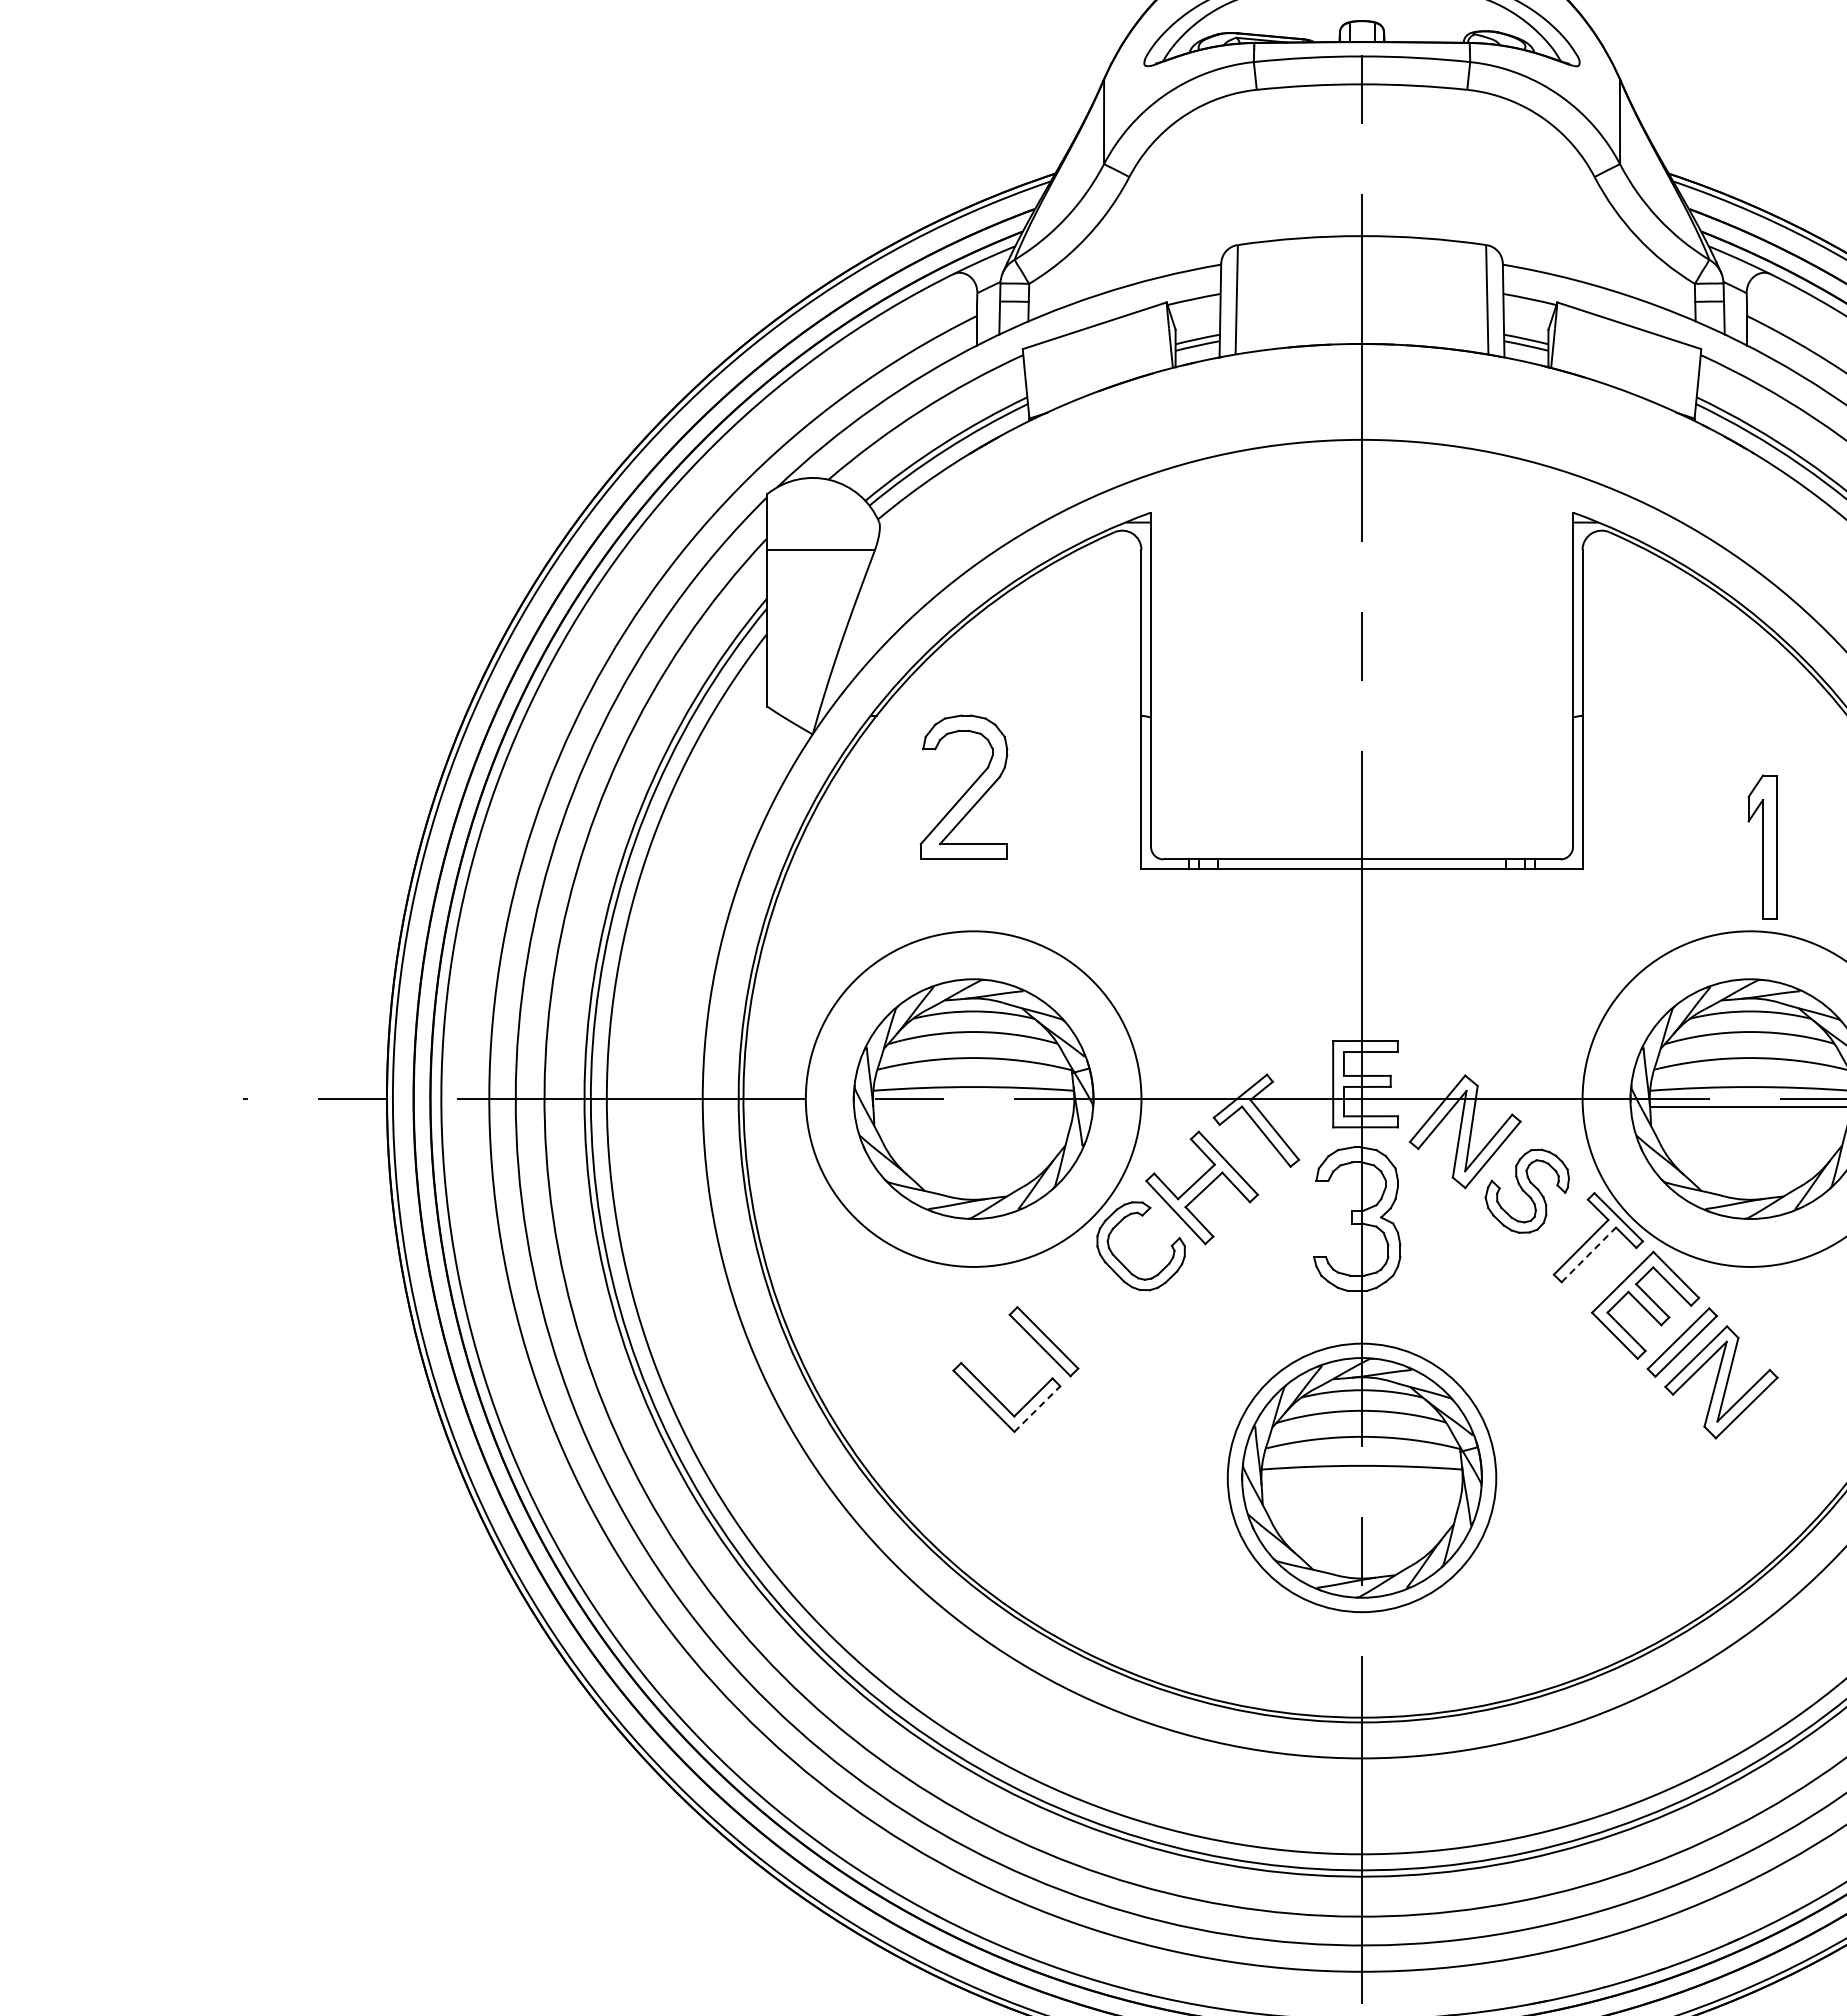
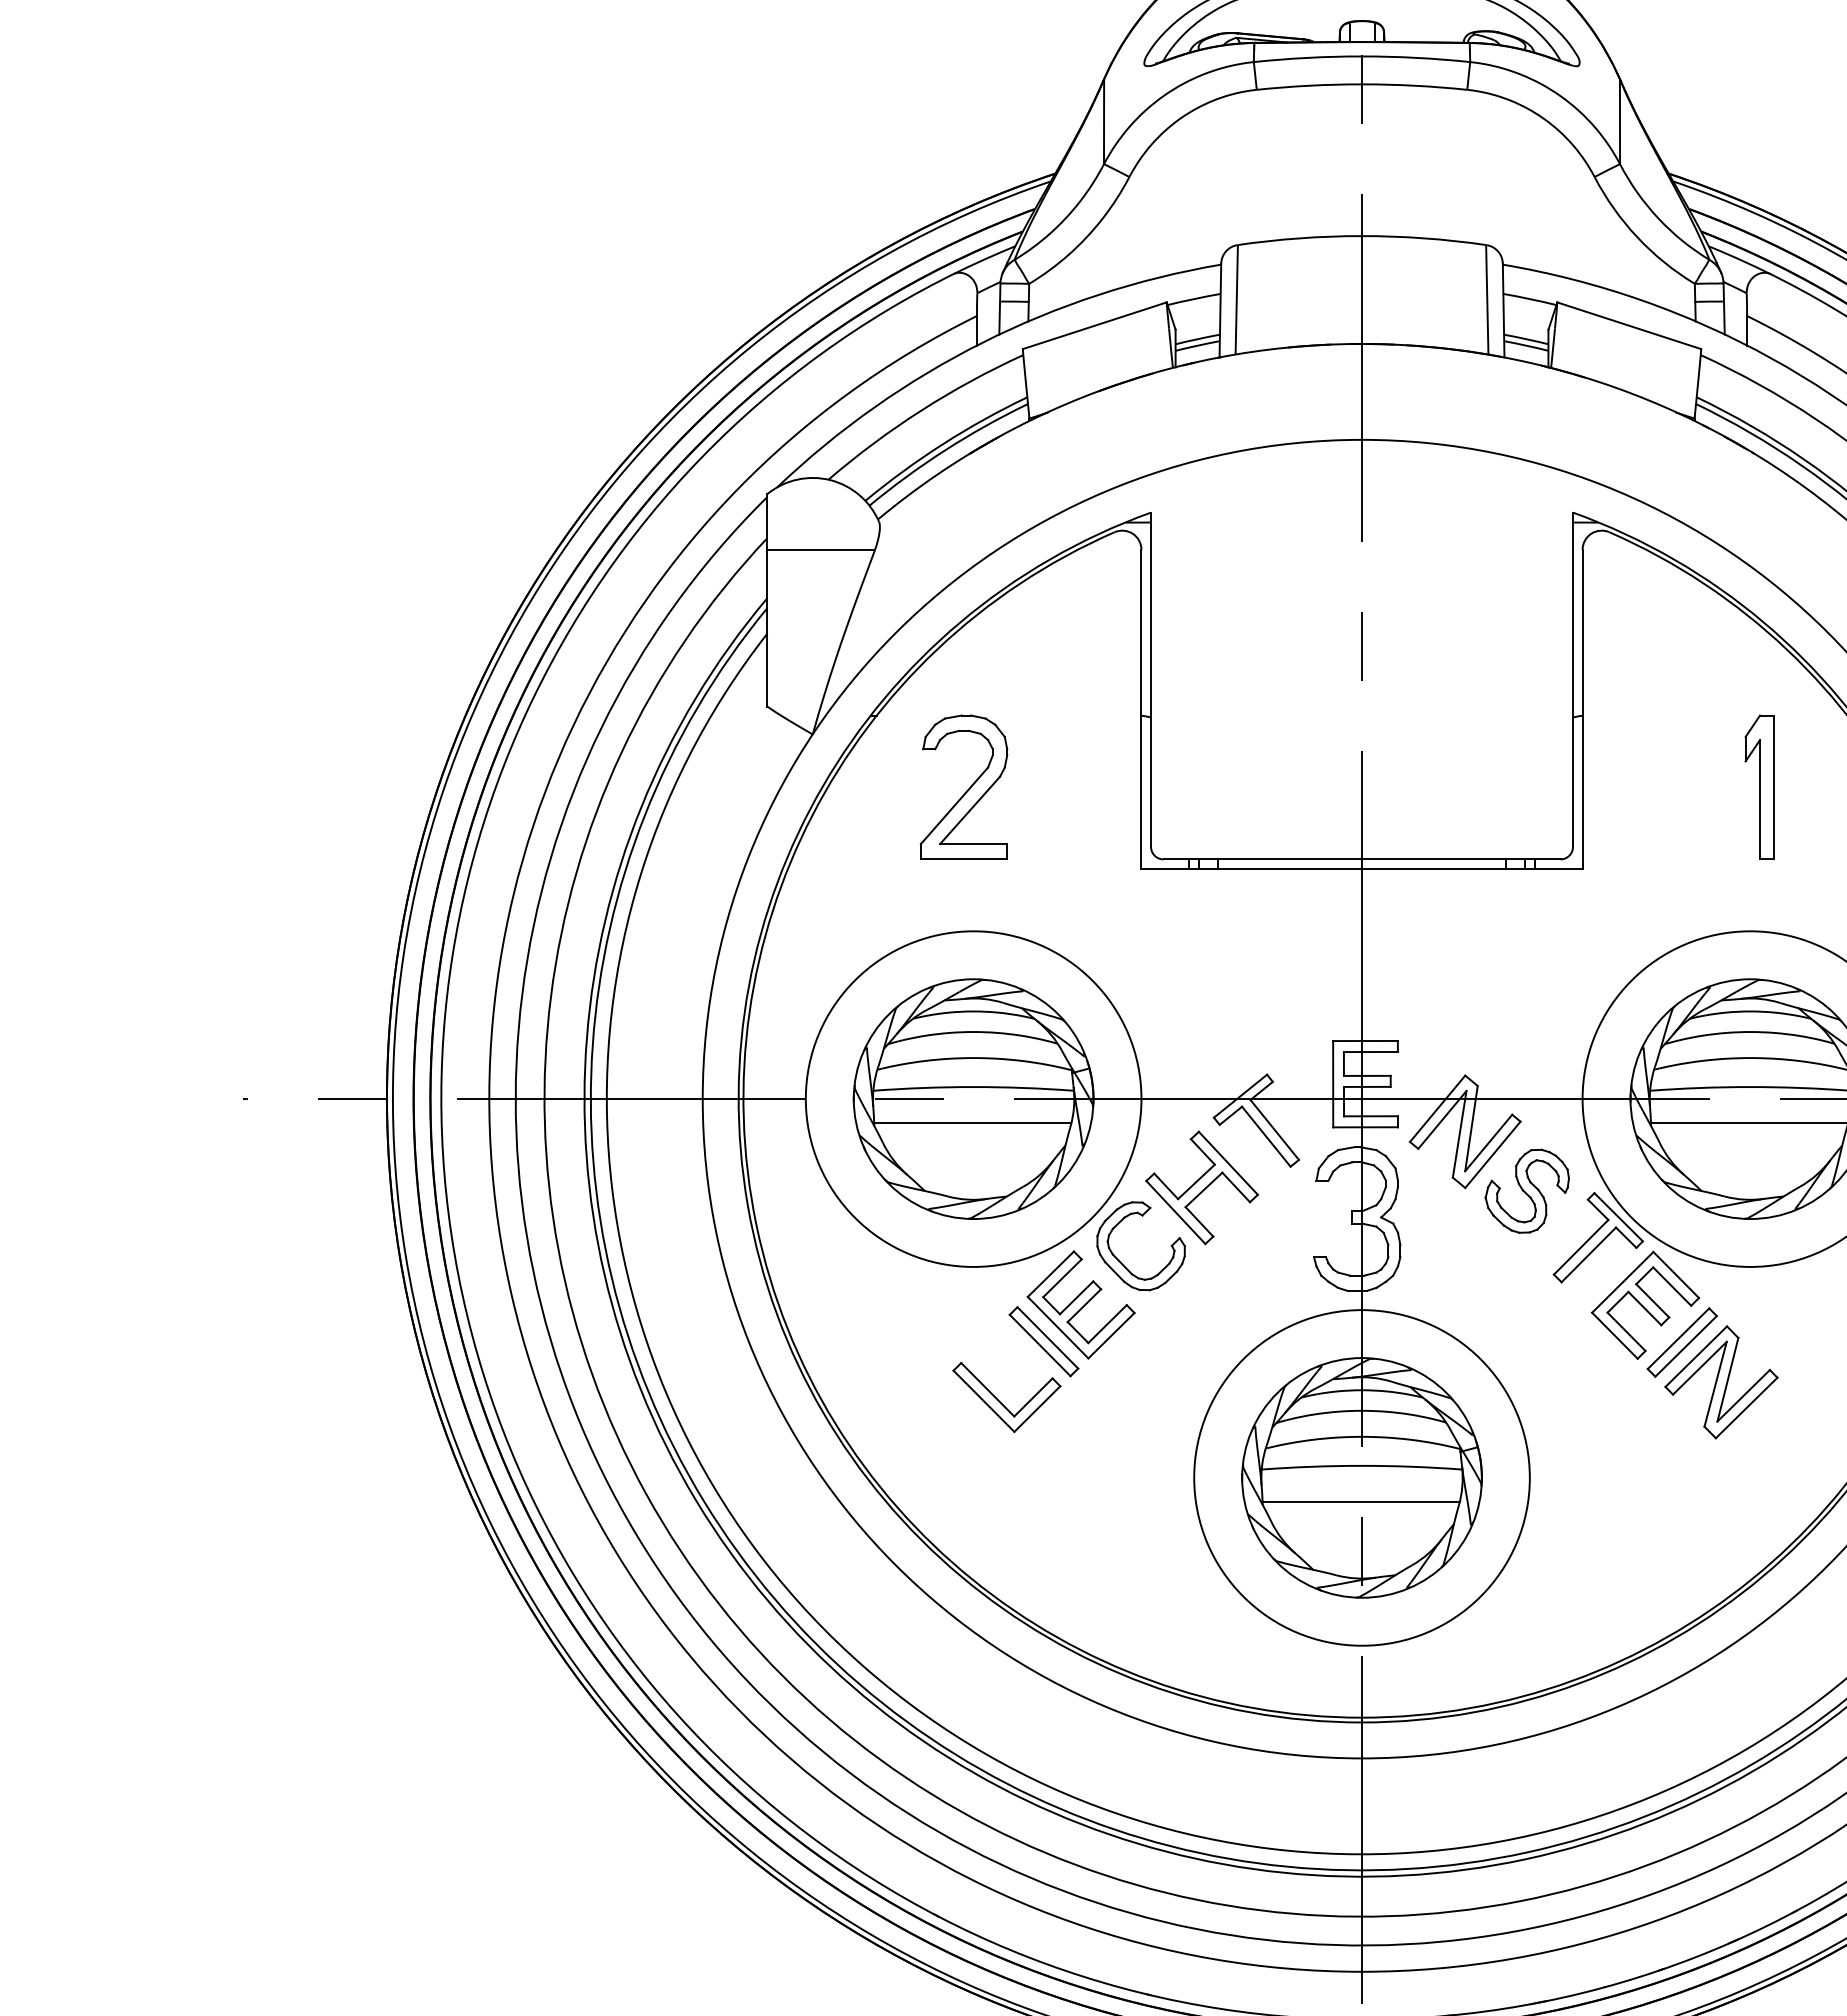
part at (1762, 846) position: (1762, 846) -> (1759, 786)
line at (1746, 1107) position: (1746, 1107) -> (1746, 1123)
line at (972, 1123): none -> present
line at (1588, 1254): dashed -> solid
part at (1080, 1304): none -> present
line at (1037, 1408): dashed -> solid
circle at (1361, 1477) diameter: 269 px -> 336 px
line at (1360, 1501): none -> present
